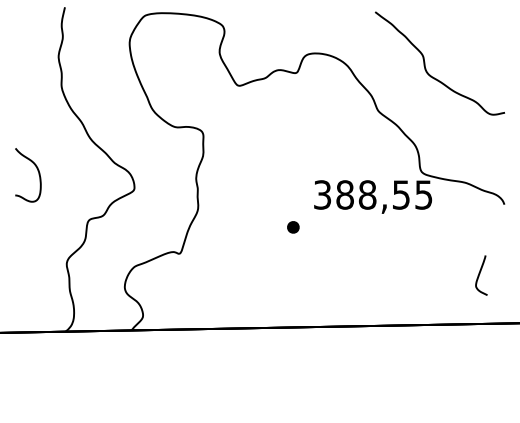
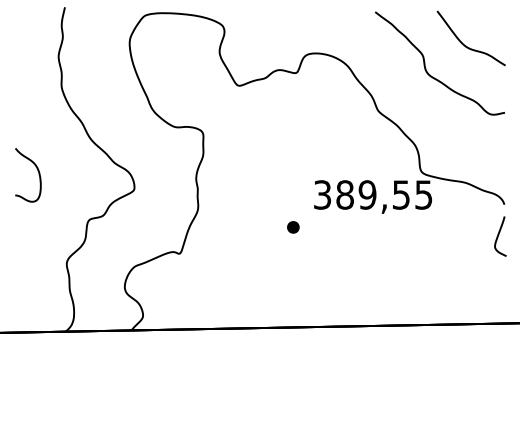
curve at (466, 45): none -> present
text at (367, 194): 388,55 -> 389,55
curve at (480, 274) position: (480, 274) -> (499, 235)
